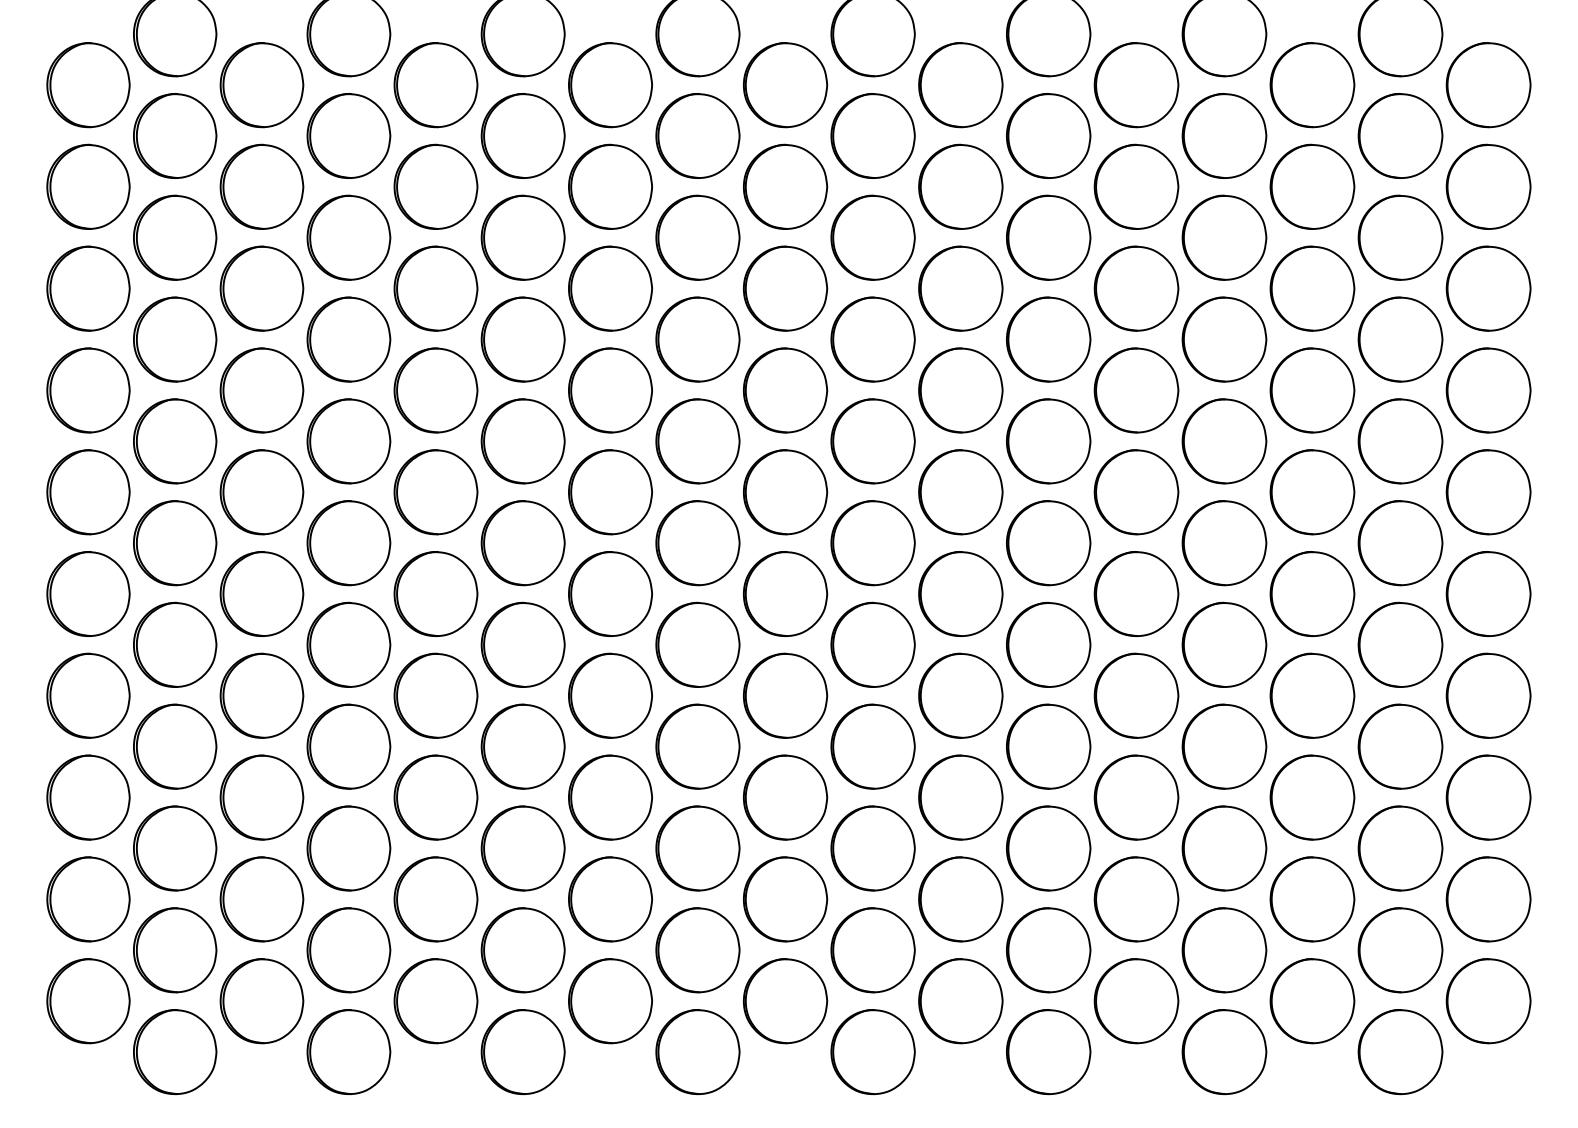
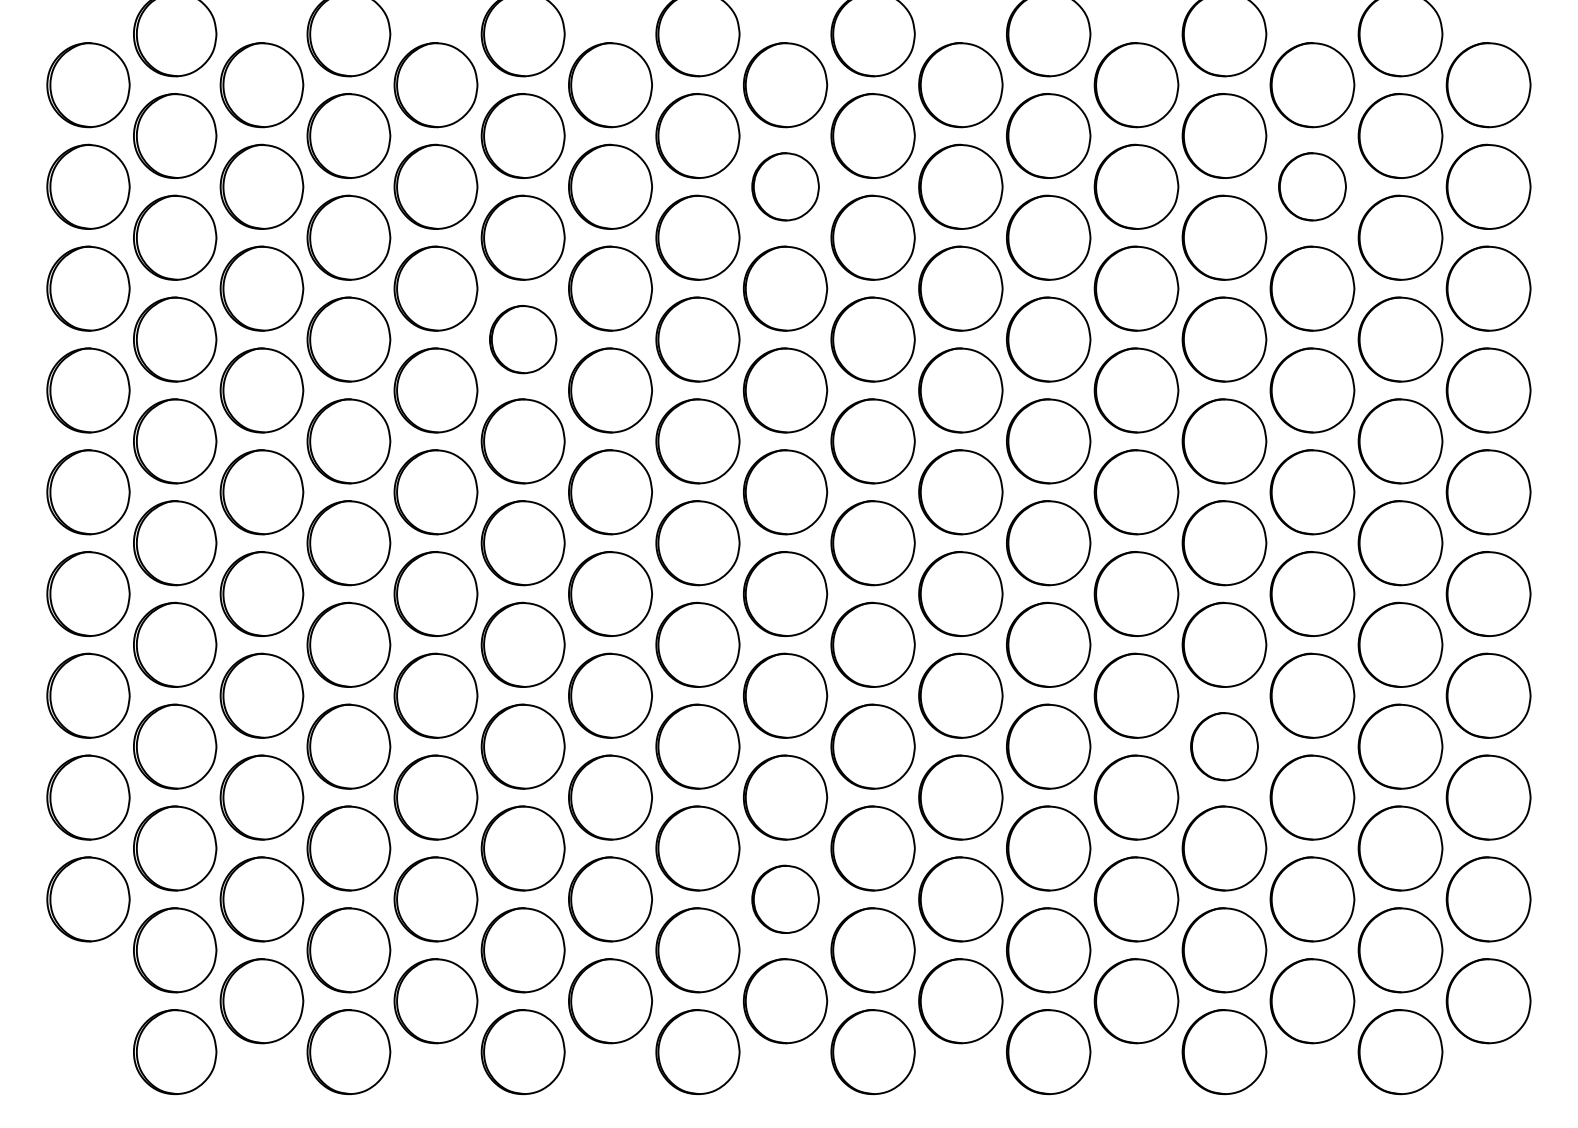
part at (785, 186) size: 86x87 px -> 69x70 px
part at (1312, 186) size: 87x87 px -> 69x70 px
part at (522, 339) size: 86x87 px -> 69x70 px
part at (1224, 746) size: 87x87 px -> 69x70 px
part at (785, 899) size: 86x87 px -> 69x70 px
part at (88, 1001): present -> none
